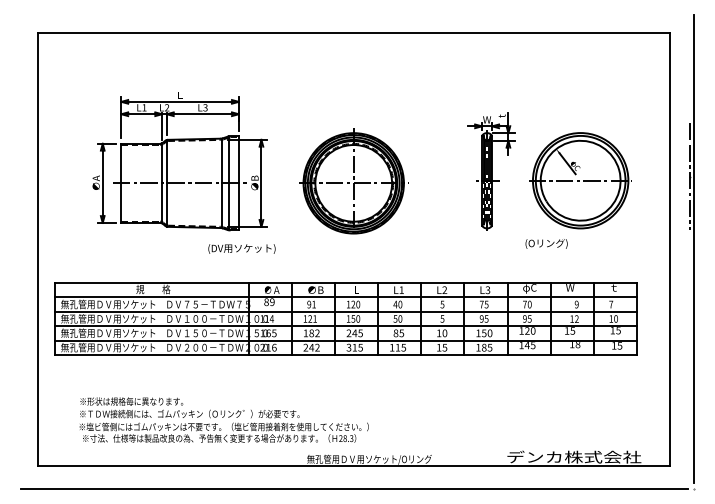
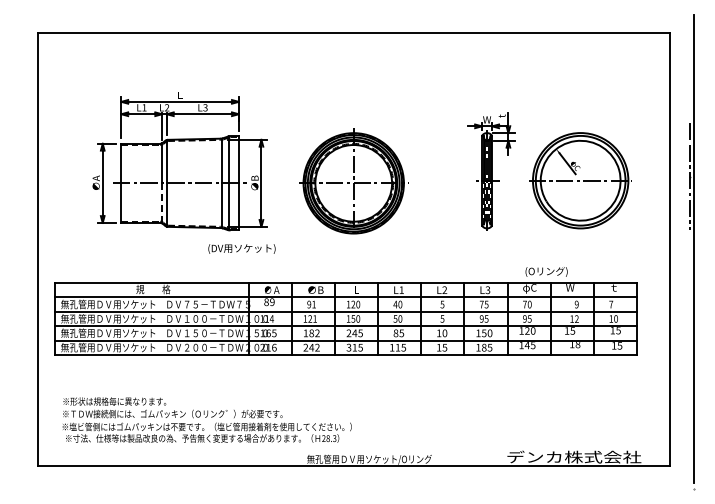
line at (162, 202): solid -> dashed
text at (546, 243) position: (546, 243) -> (546, 271)
text at (223, 419) position: (223, 419) -> (206, 419)
line at (354, 488): present -> none
